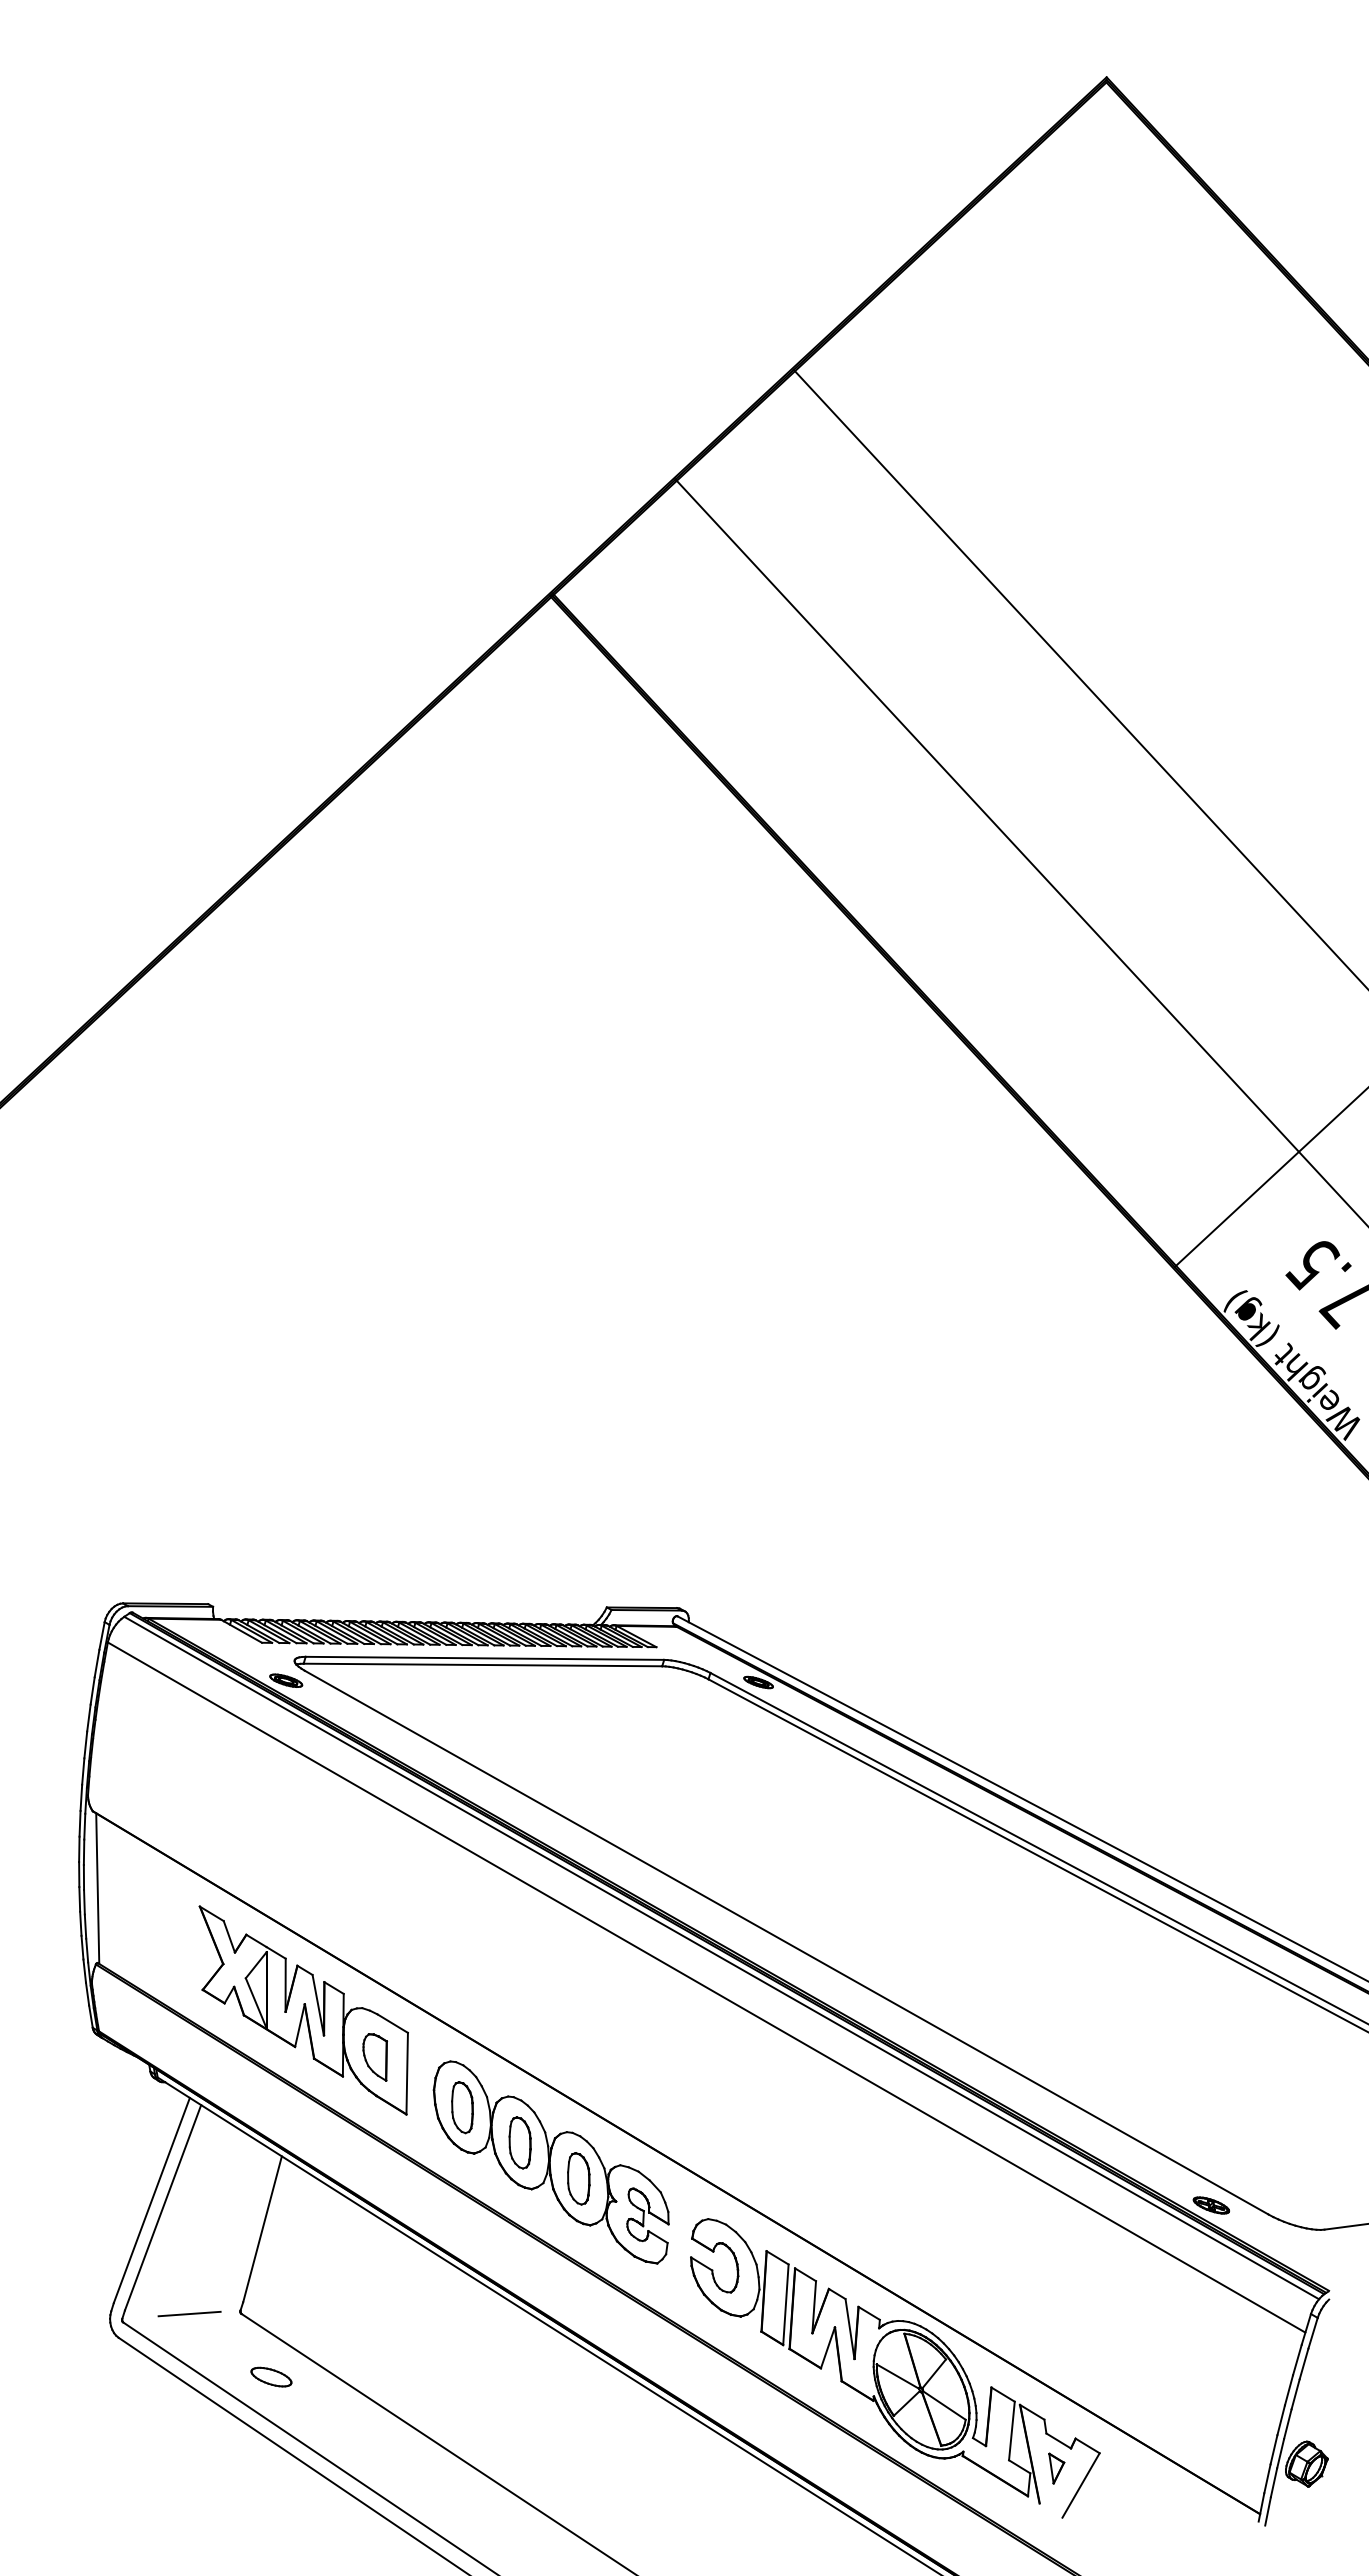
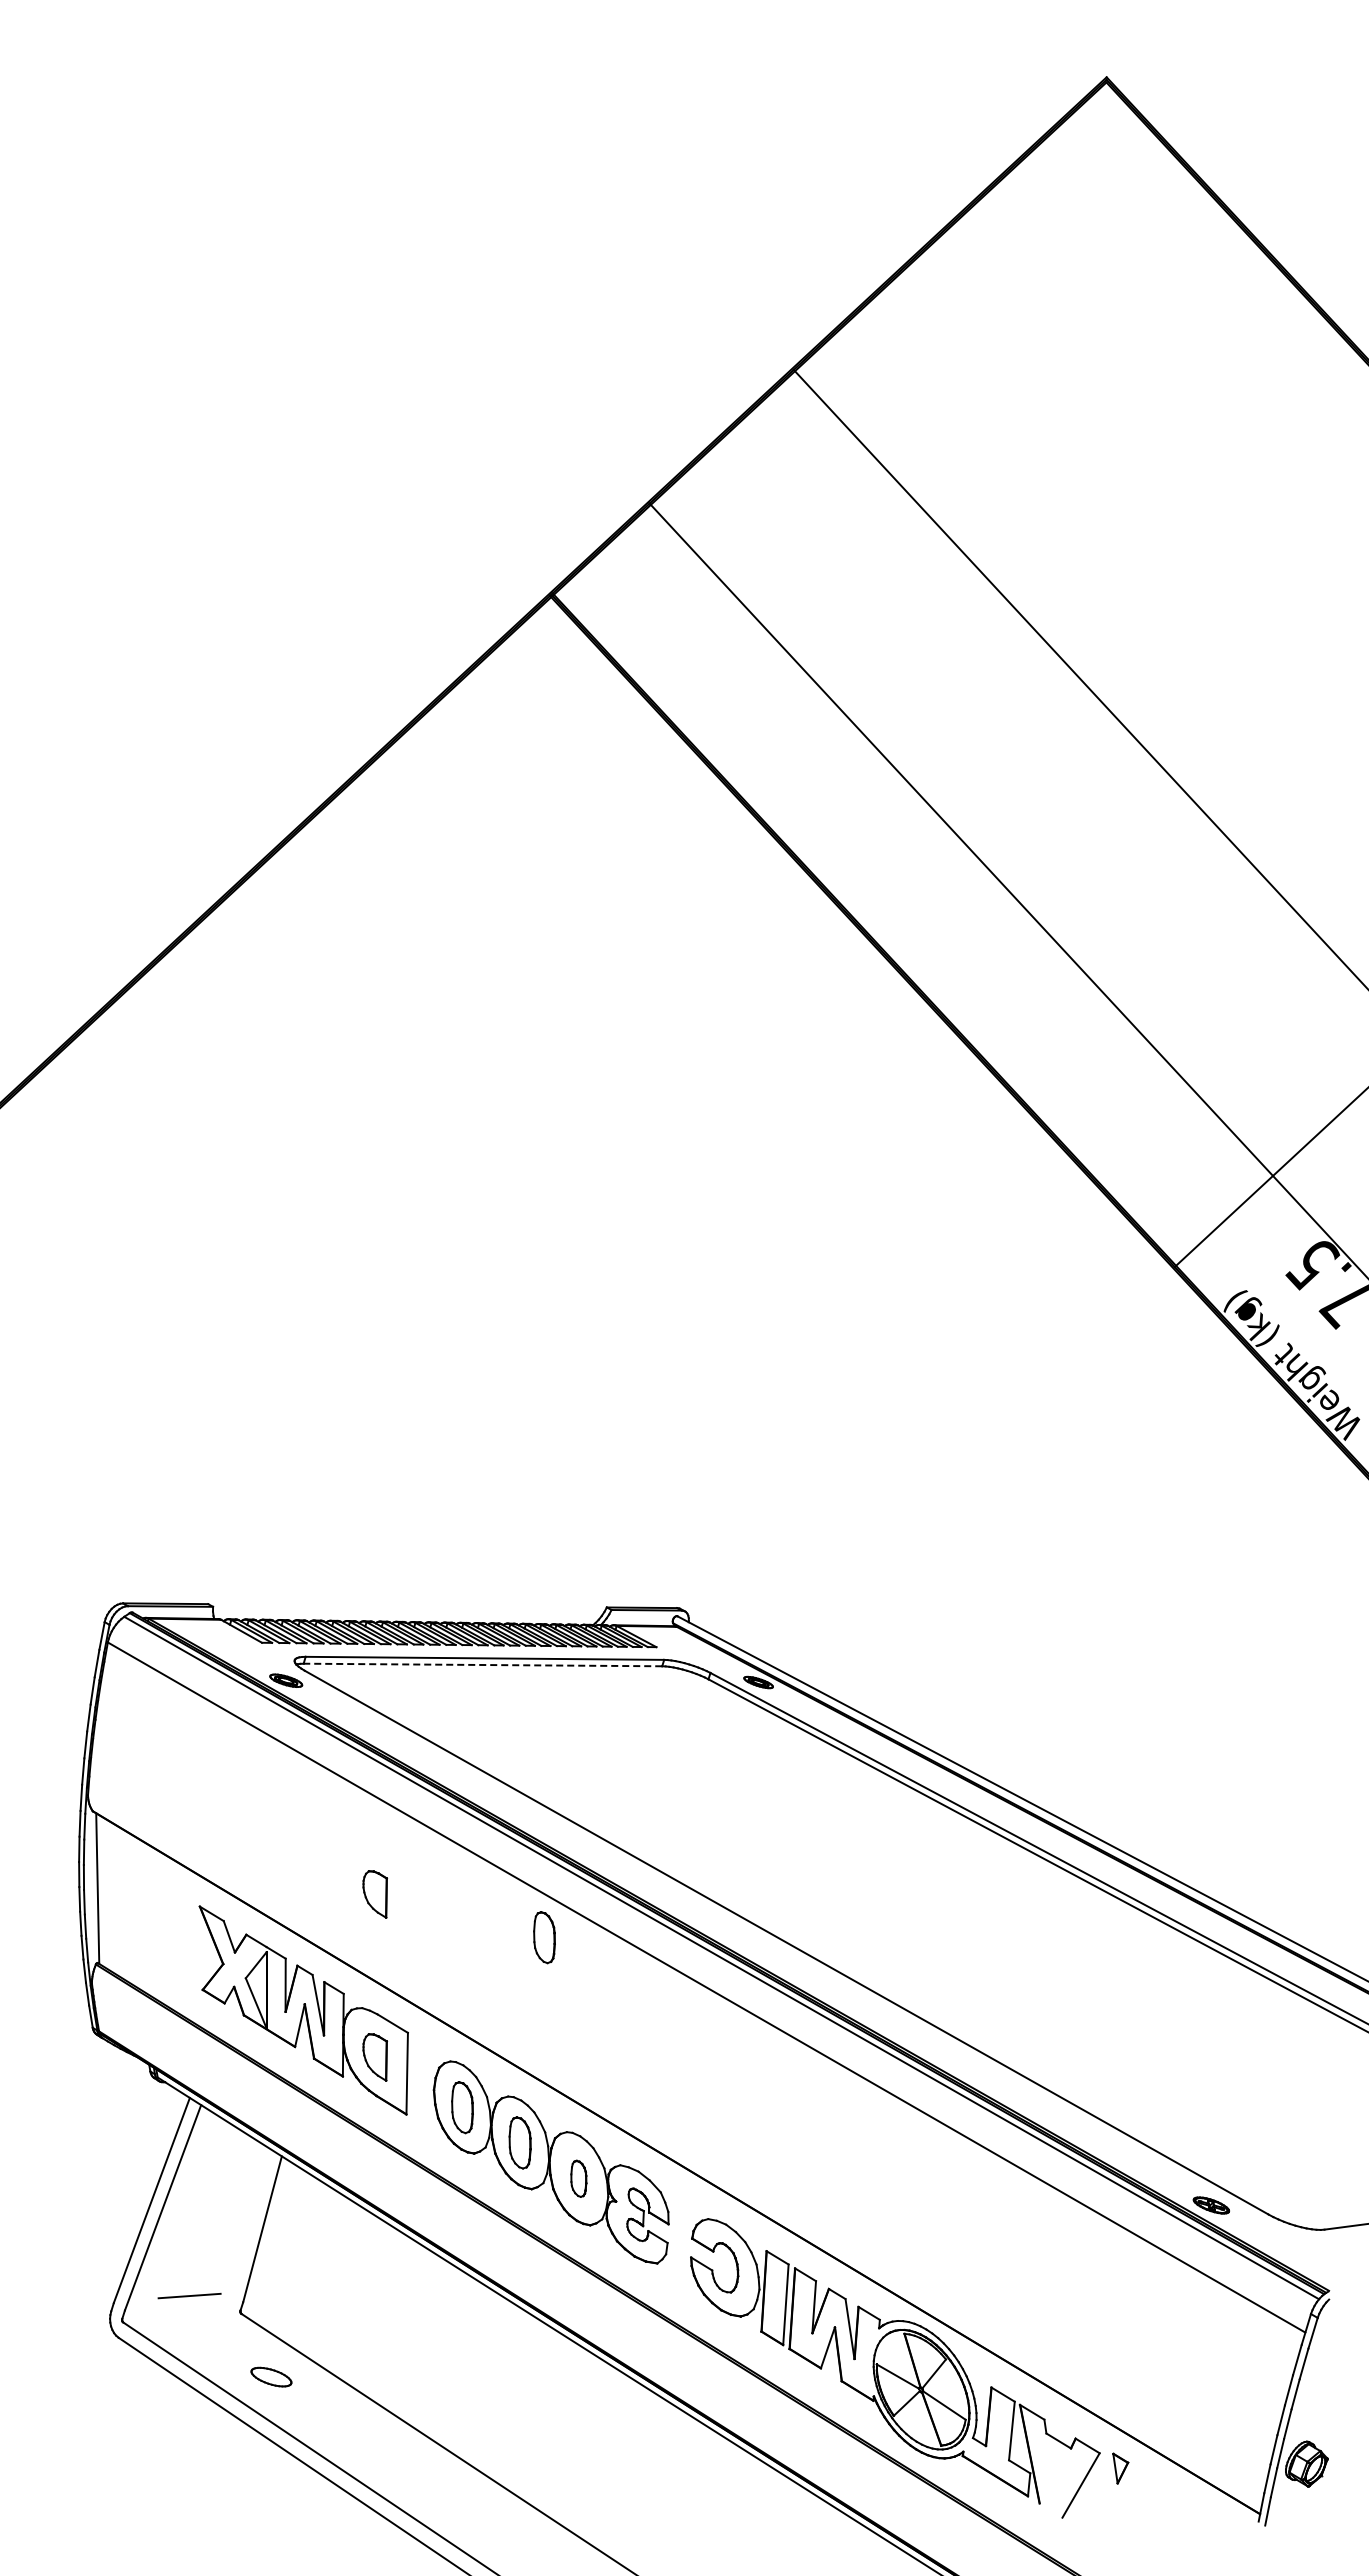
line at (1020, 851) position: (1020, 851) -> (1007, 889)
line at (482, 1665): solid -> dashed
part at (375, 1894): none -> present
part at (544, 1937): none -> present
part at (578, 2178) size: 24x54 px -> 18x39 px
line at (189, 2314) position: (189, 2314) -> (189, 2296)
part at (1056, 2468) position: (1056, 2468) -> (1120, 2468)
